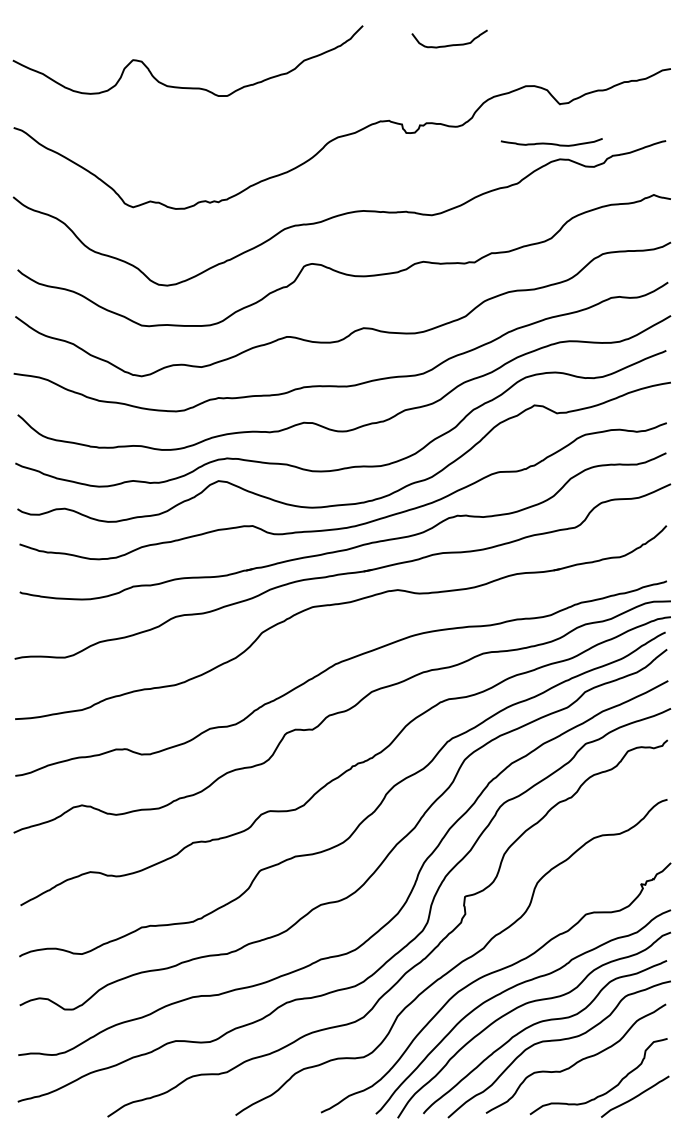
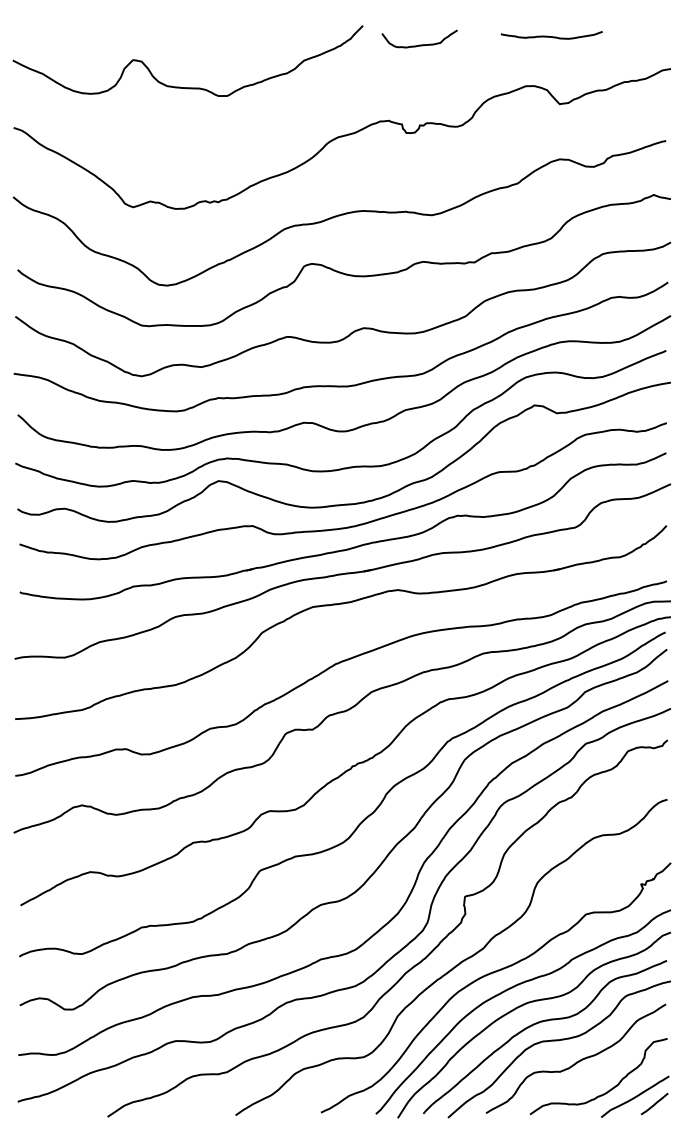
curve at (449, 44) position: (449, 44) -> (419, 44)
curve at (551, 143) position: (551, 143) -> (551, 36)
line at (654, 1103): none -> present
